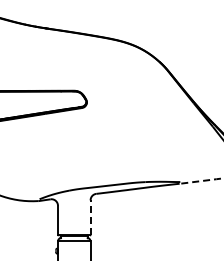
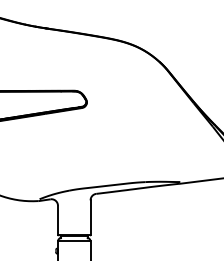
line at (201, 181): dashed -> solid
line at (90, 217): dashed -> solid
